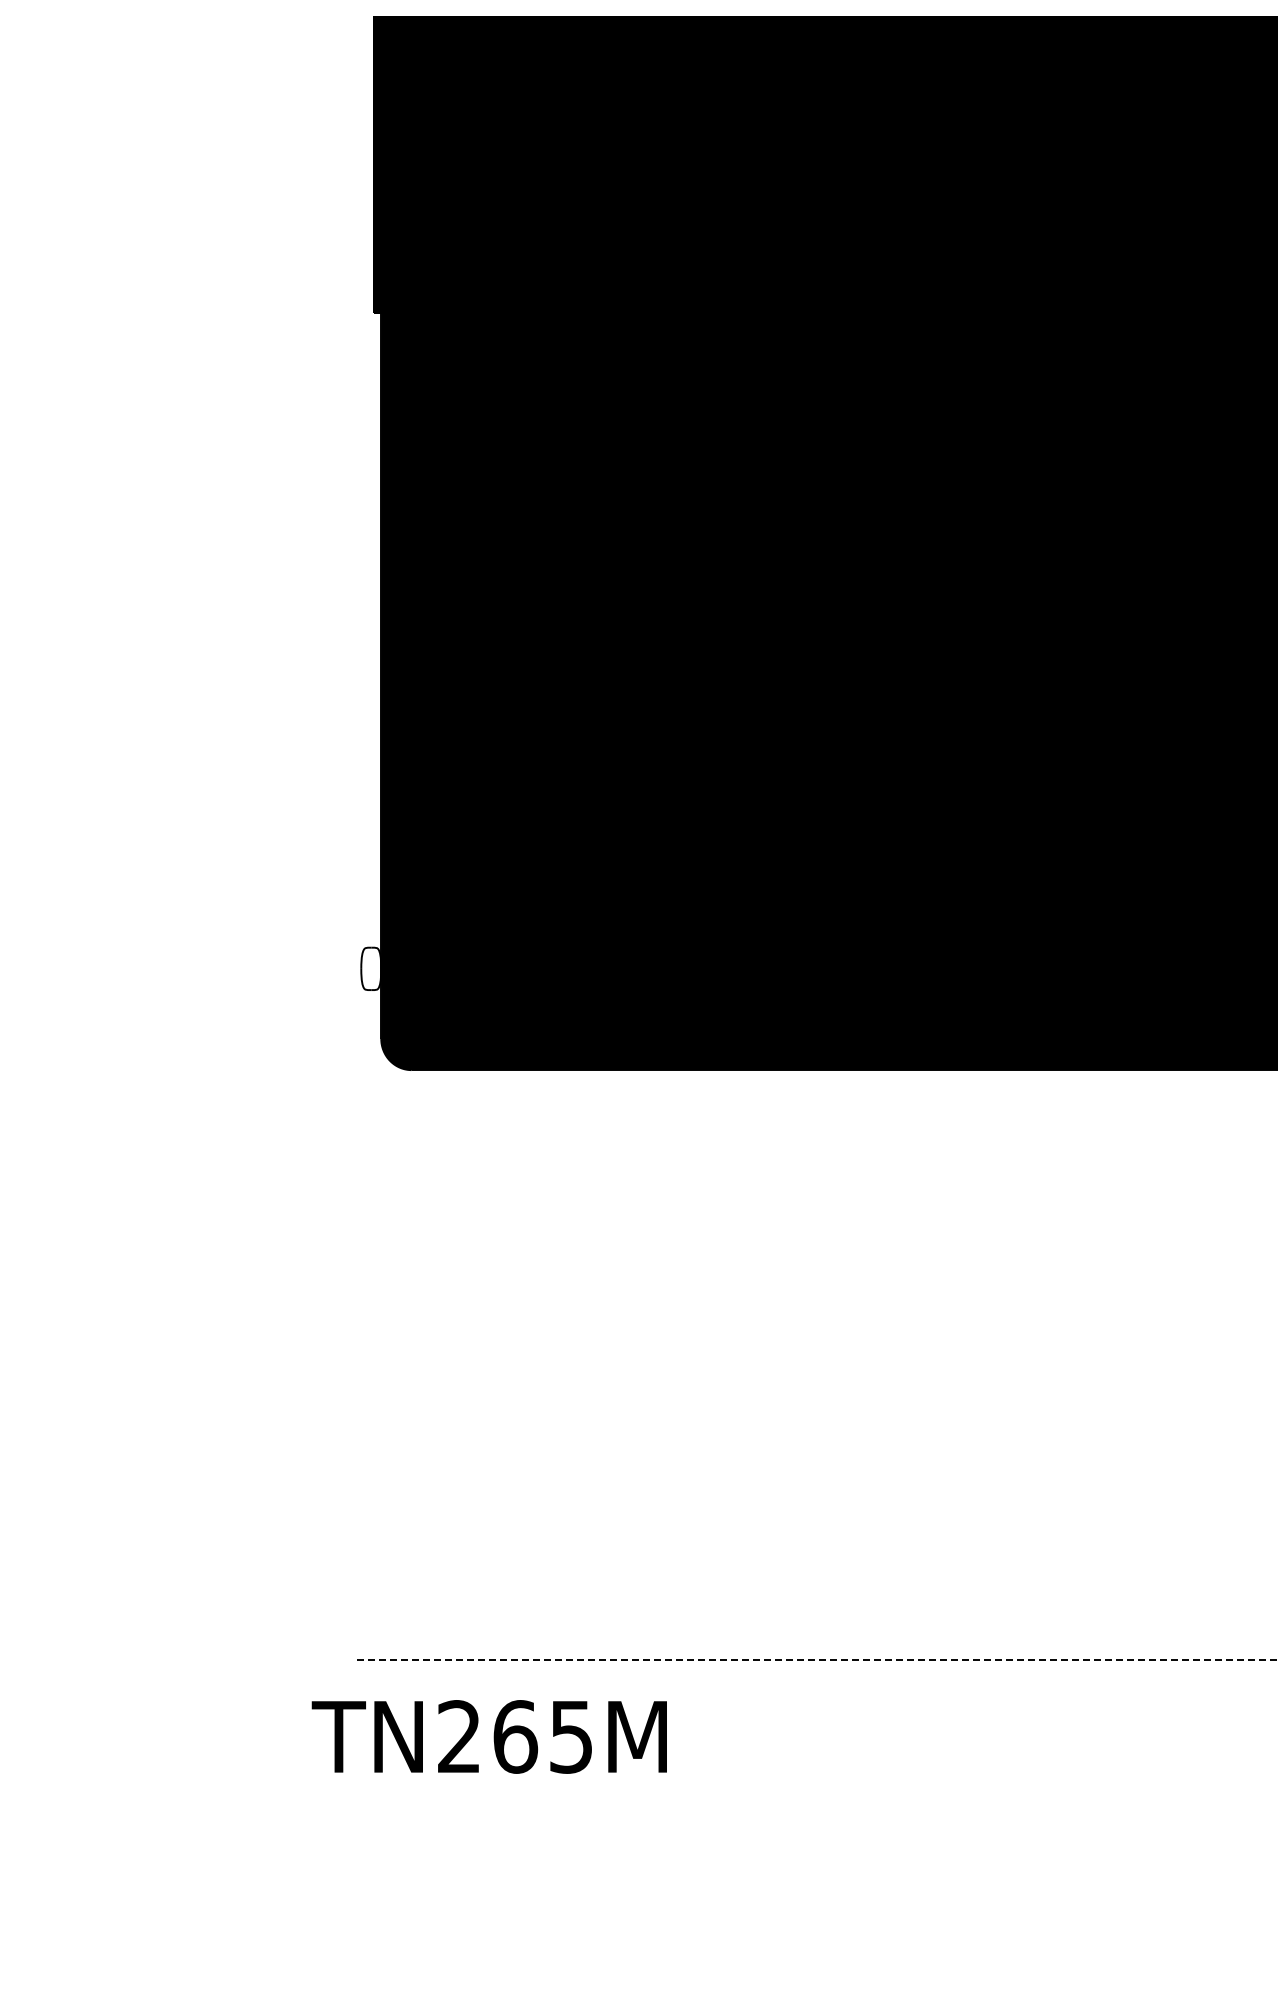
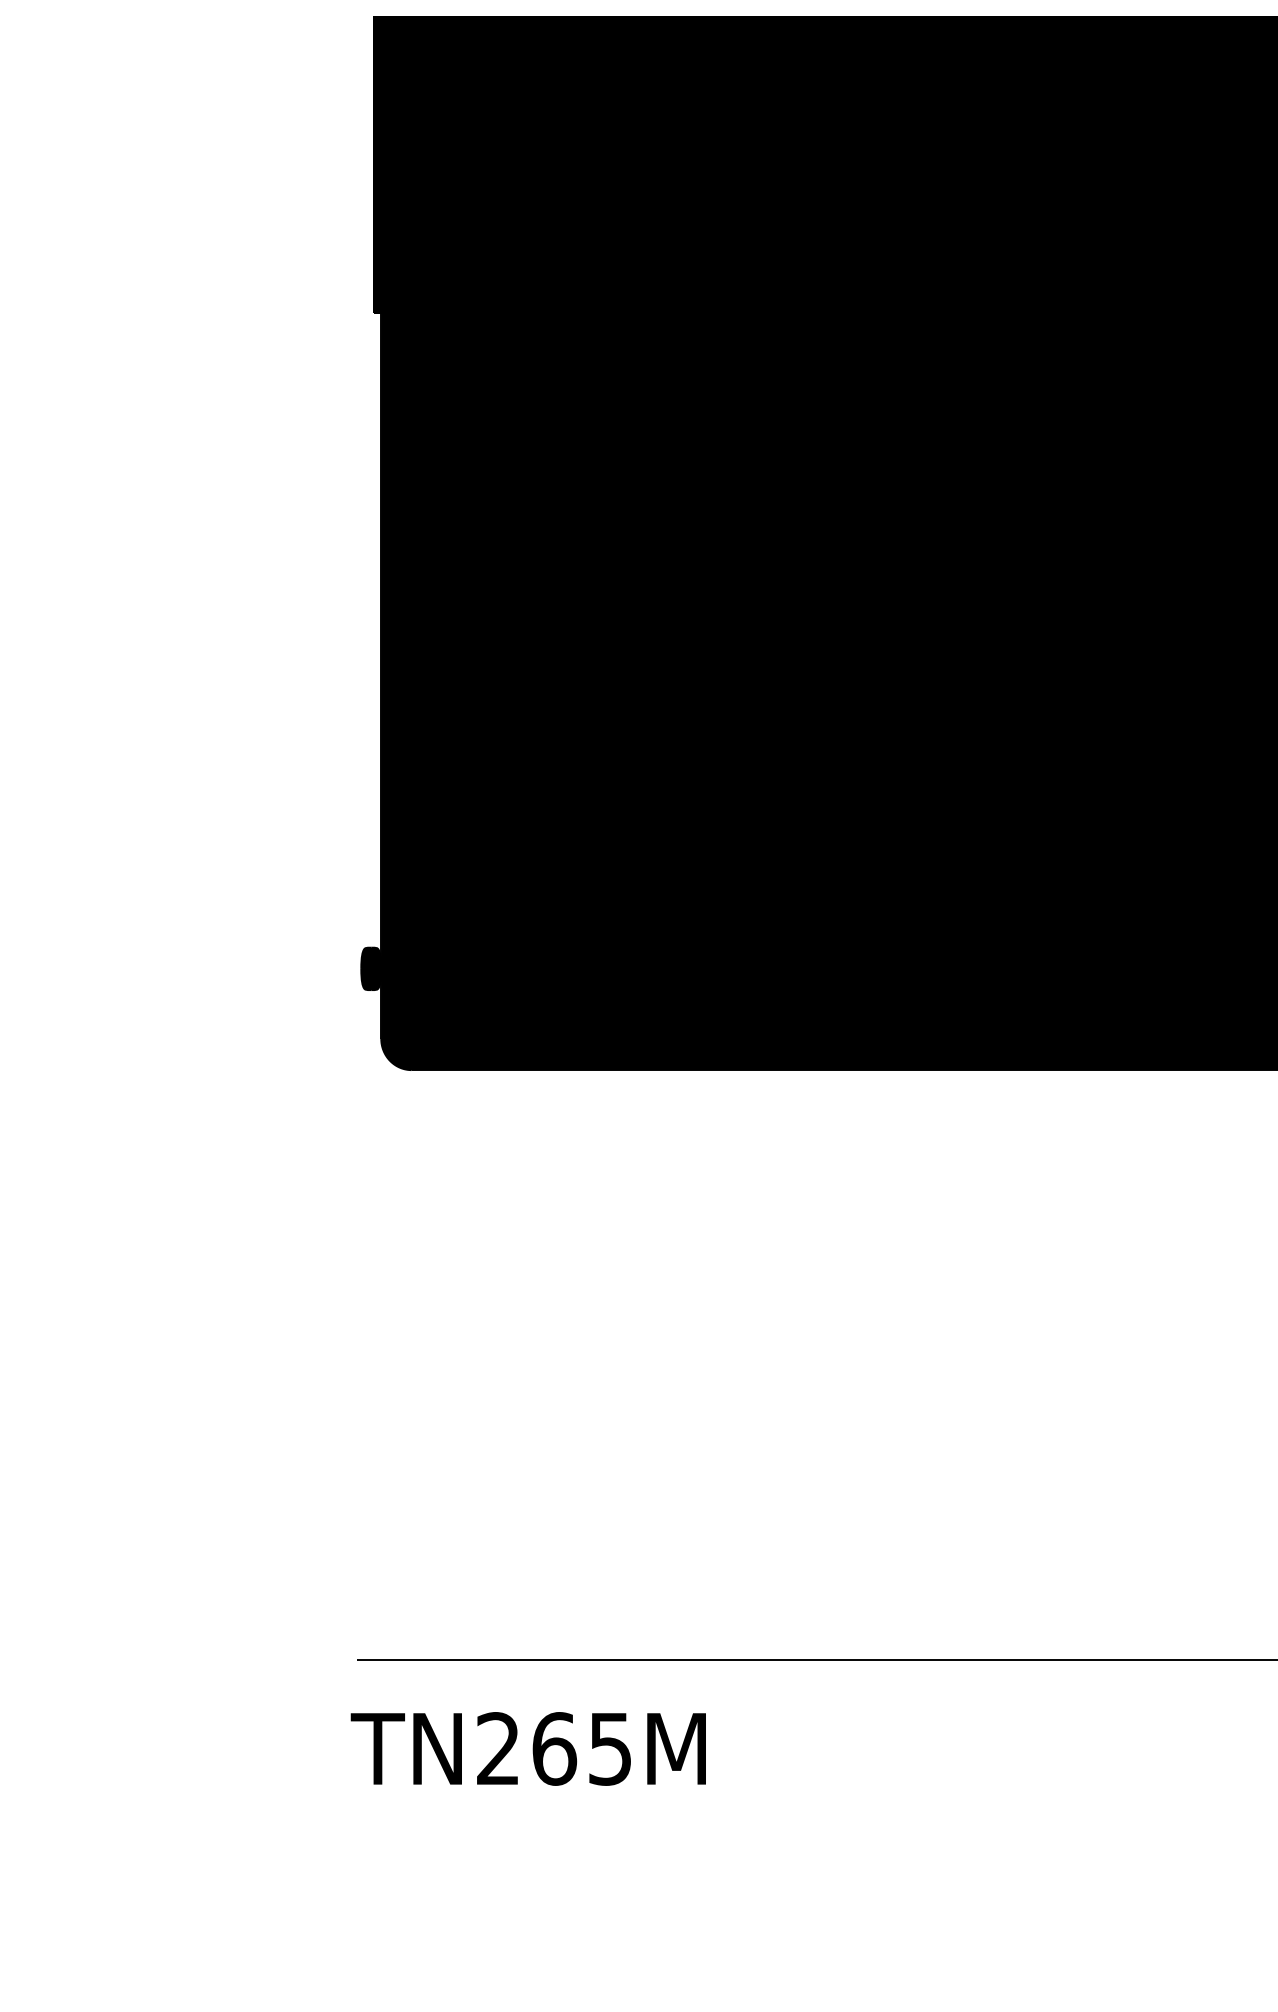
fill at (371, 968): none -> present
line at (817, 1660): dashed -> solid
text at (488, 1736) position: (488, 1736) -> (527, 1748)
